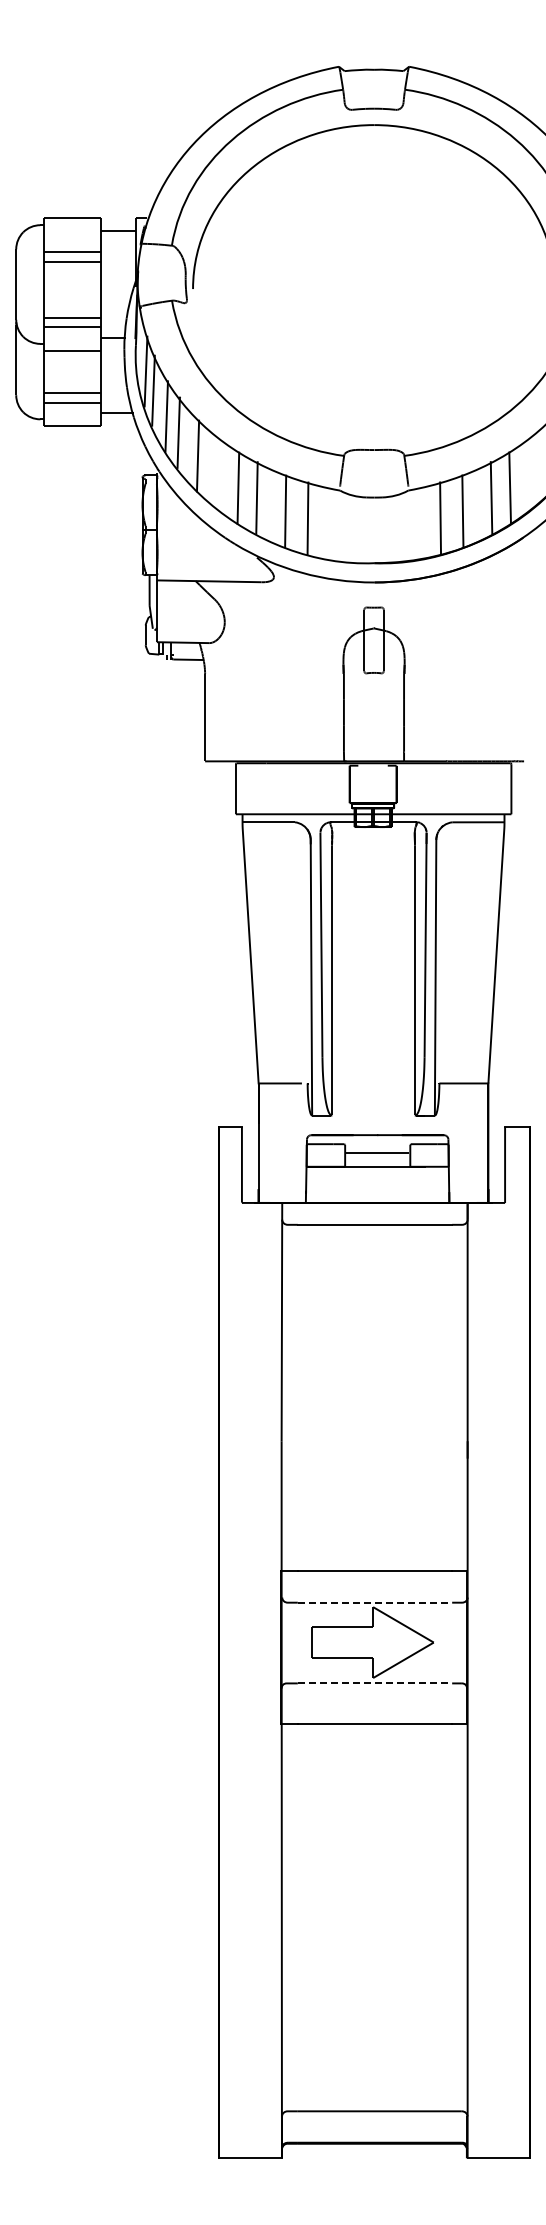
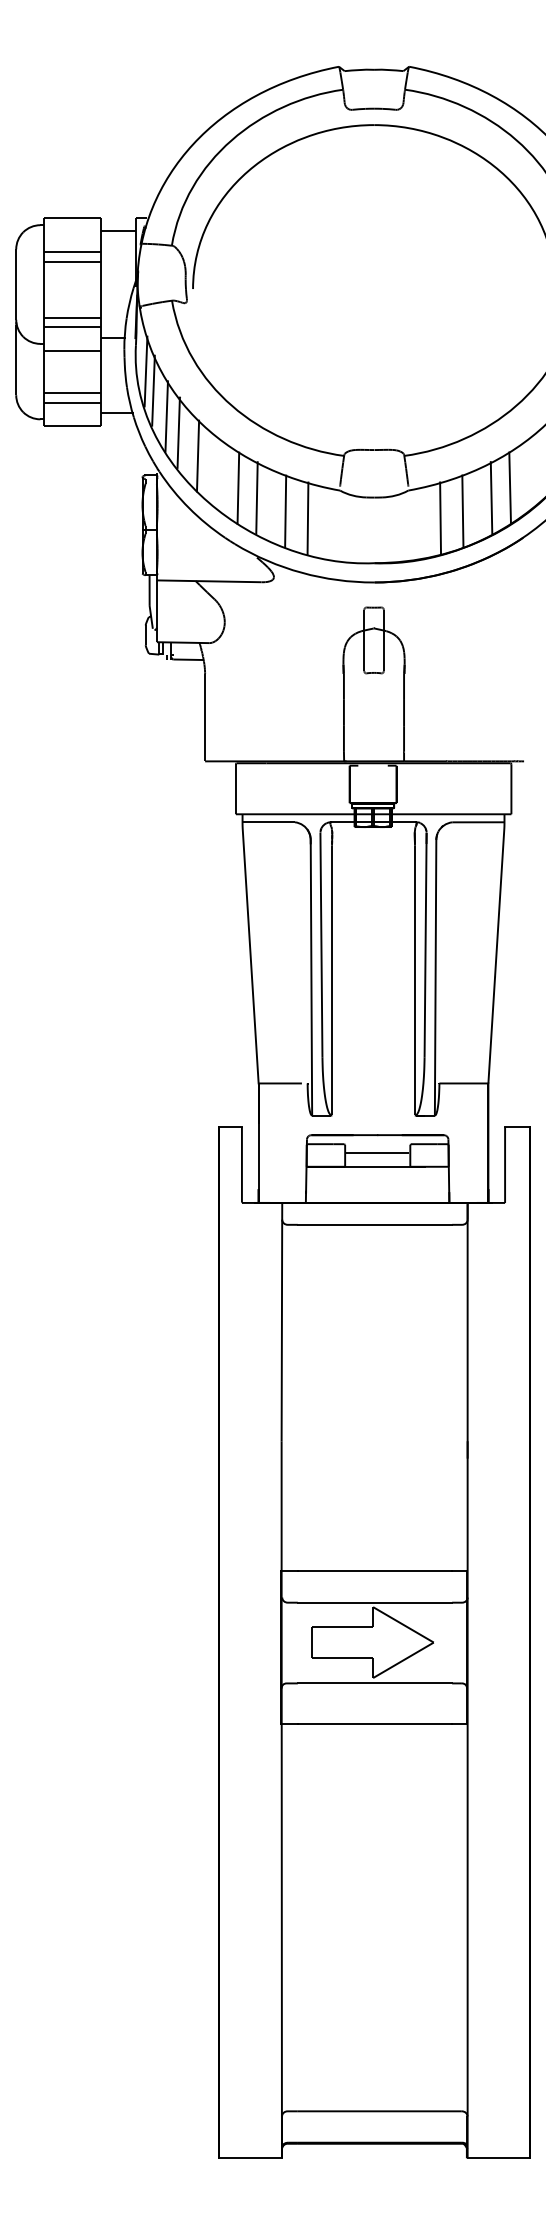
line at (375, 1602): dashed -> solid
line at (375, 1683): dashed -> solid
